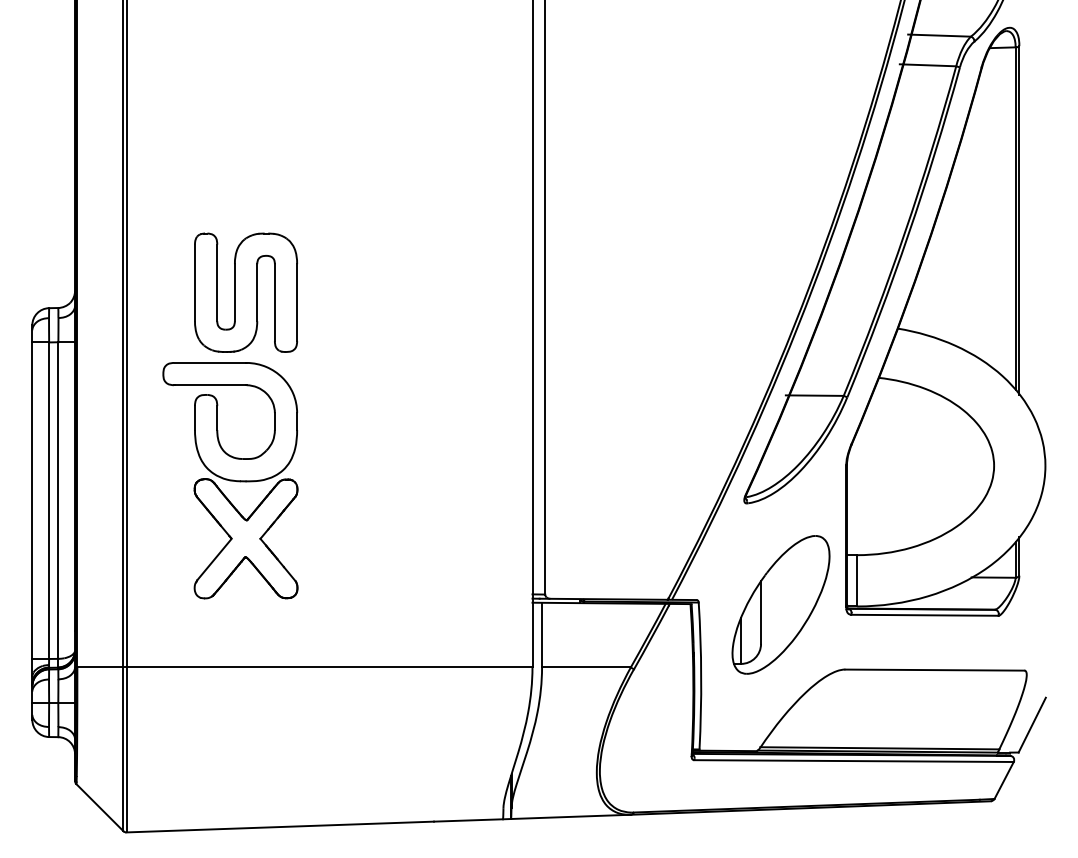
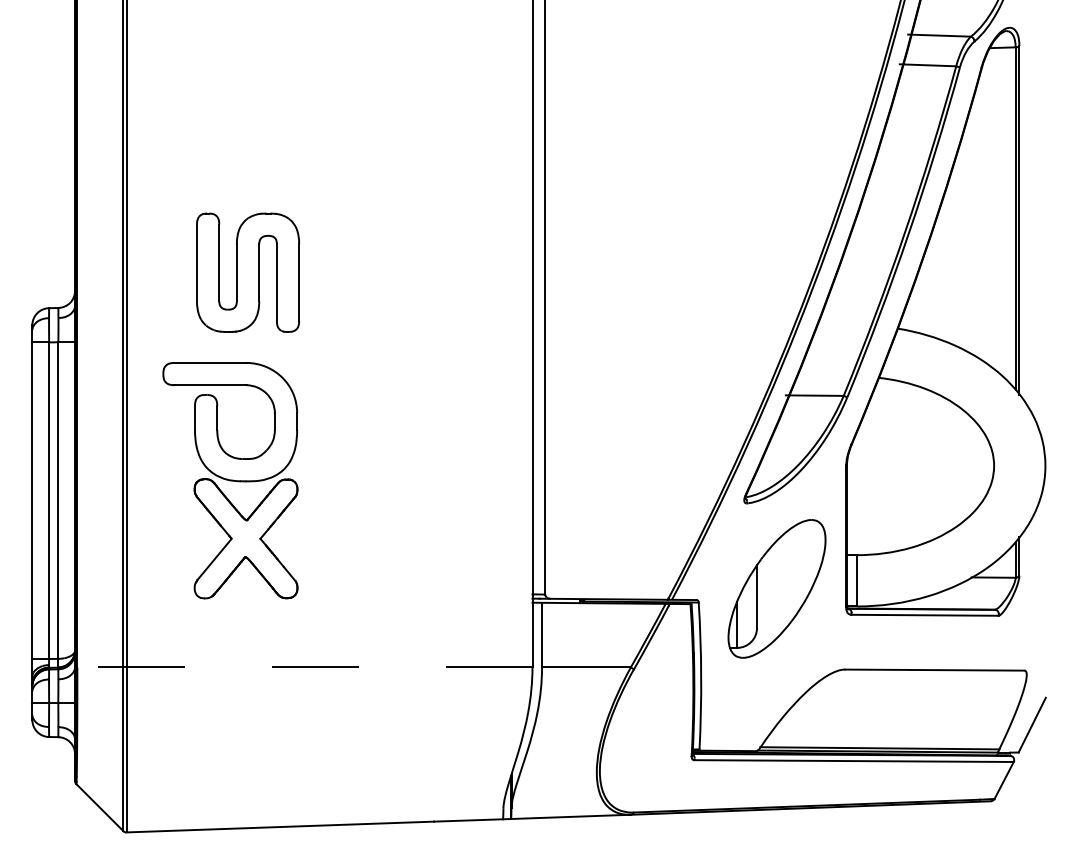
part at (245, 292) position: (245, 292) -> (247, 272)
part at (780, 604) position: (780, 604) -> (776, 588)
line at (303, 667): solid -> dashed
